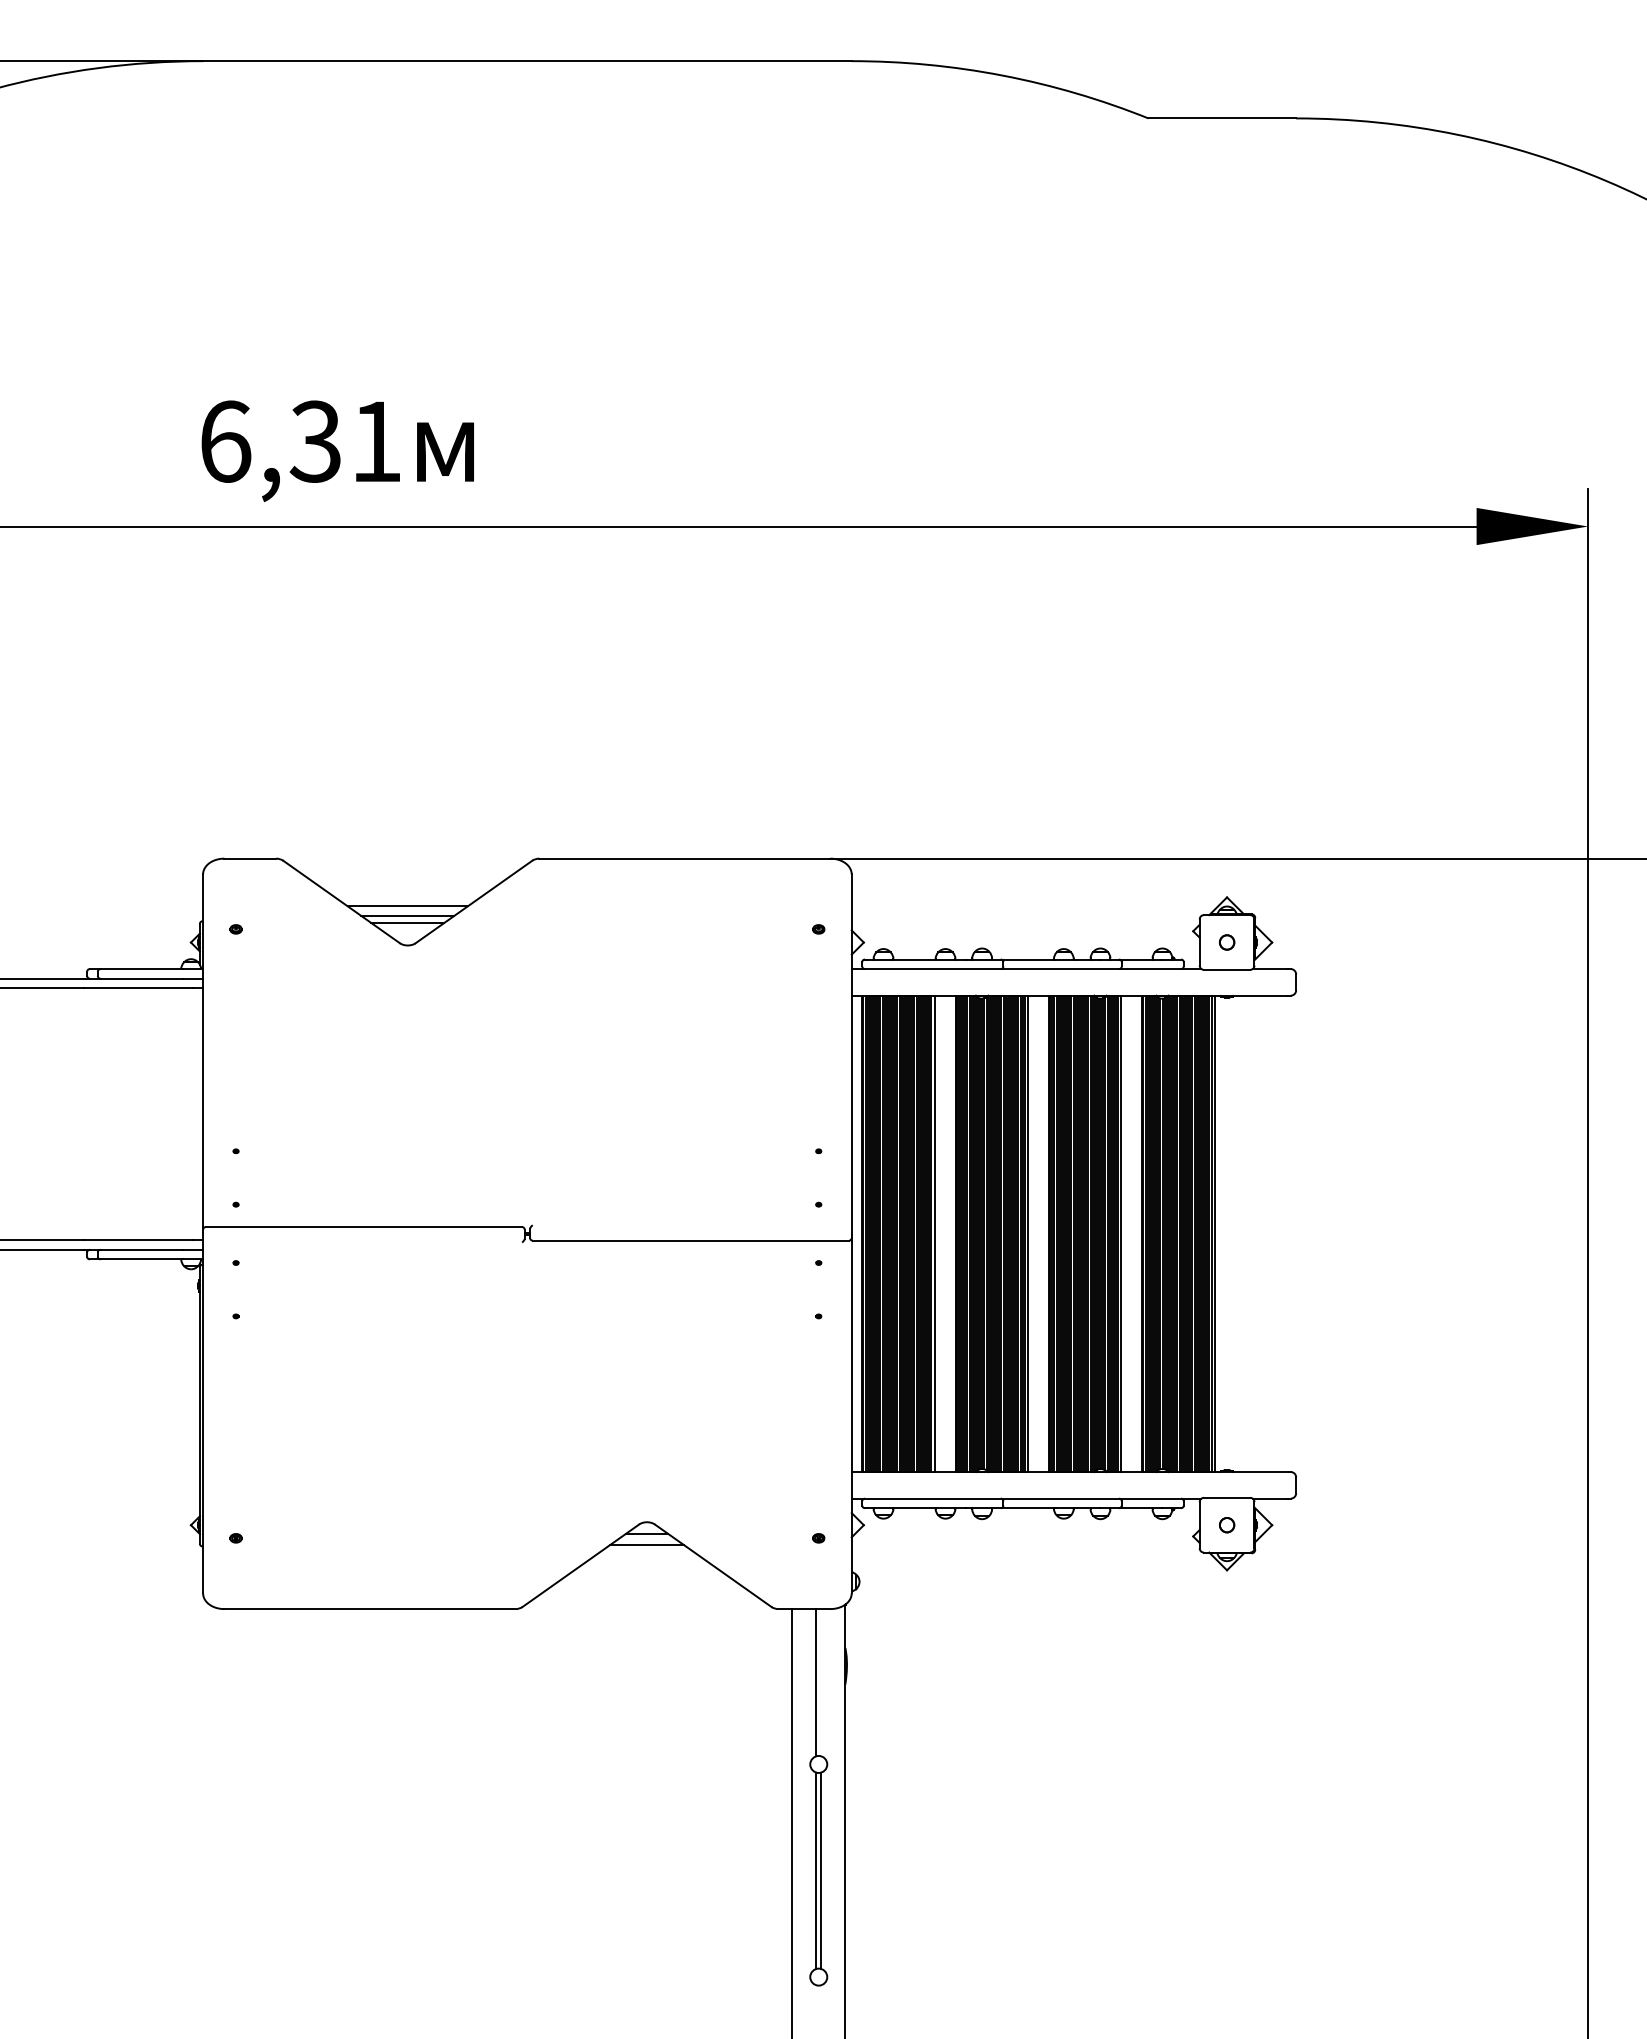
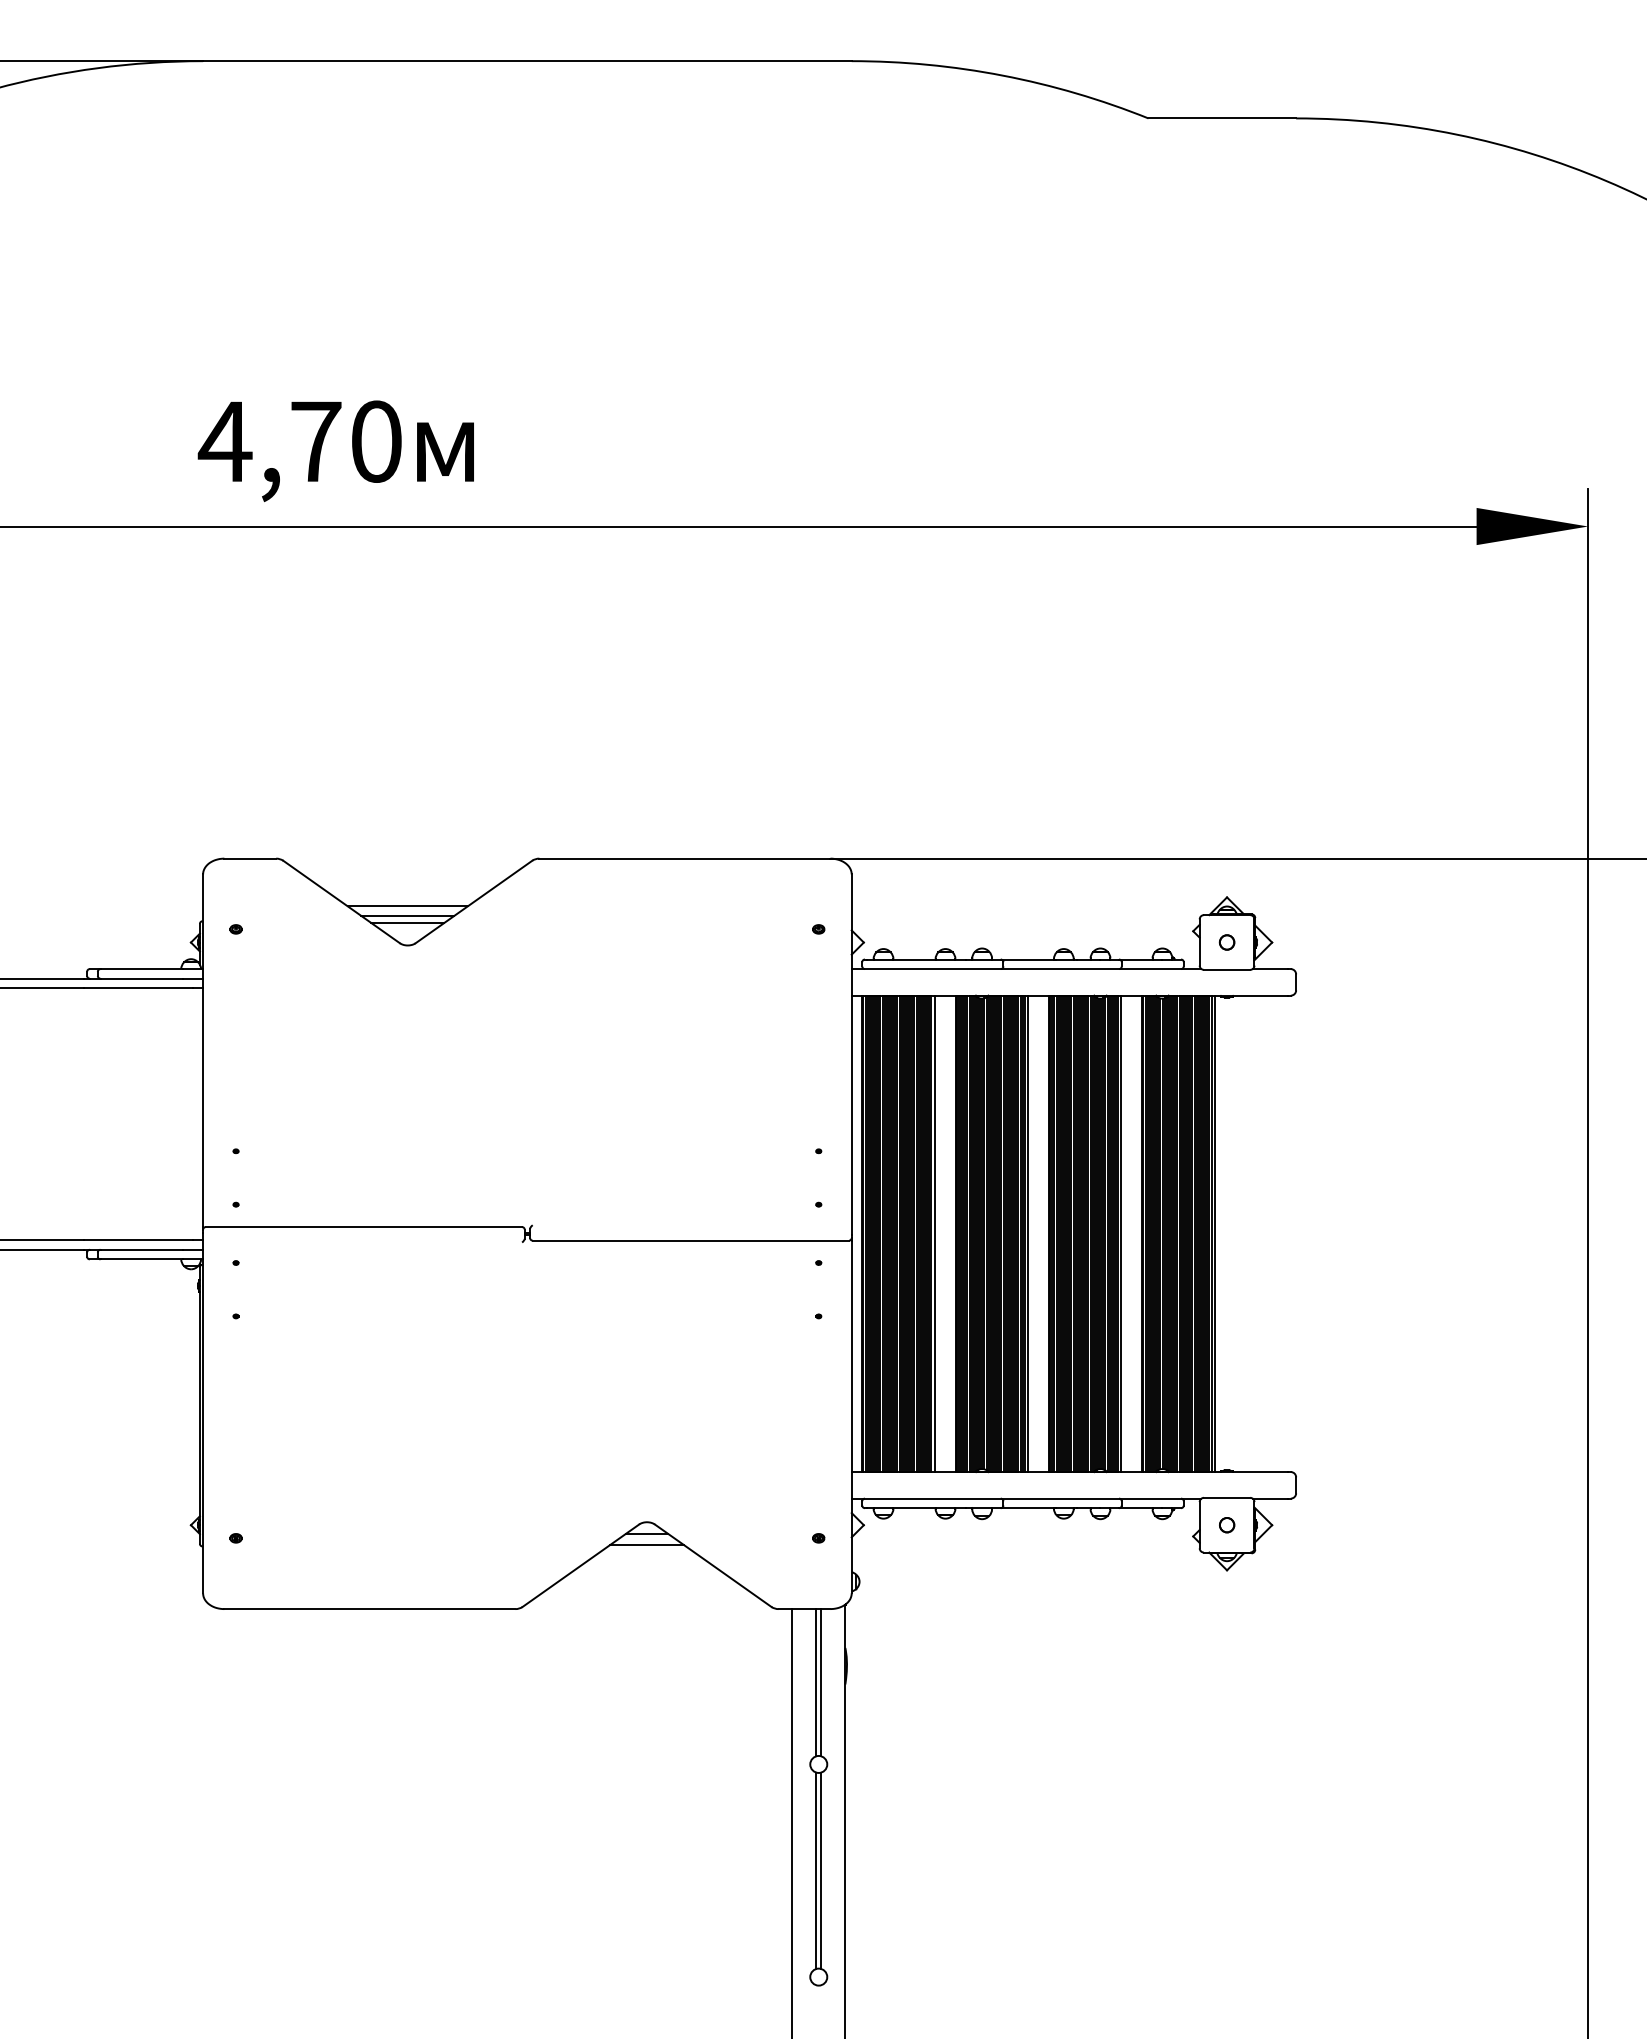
text at (299, 441): 6,31 -> 4,70
line at (821, 1682): none -> present
